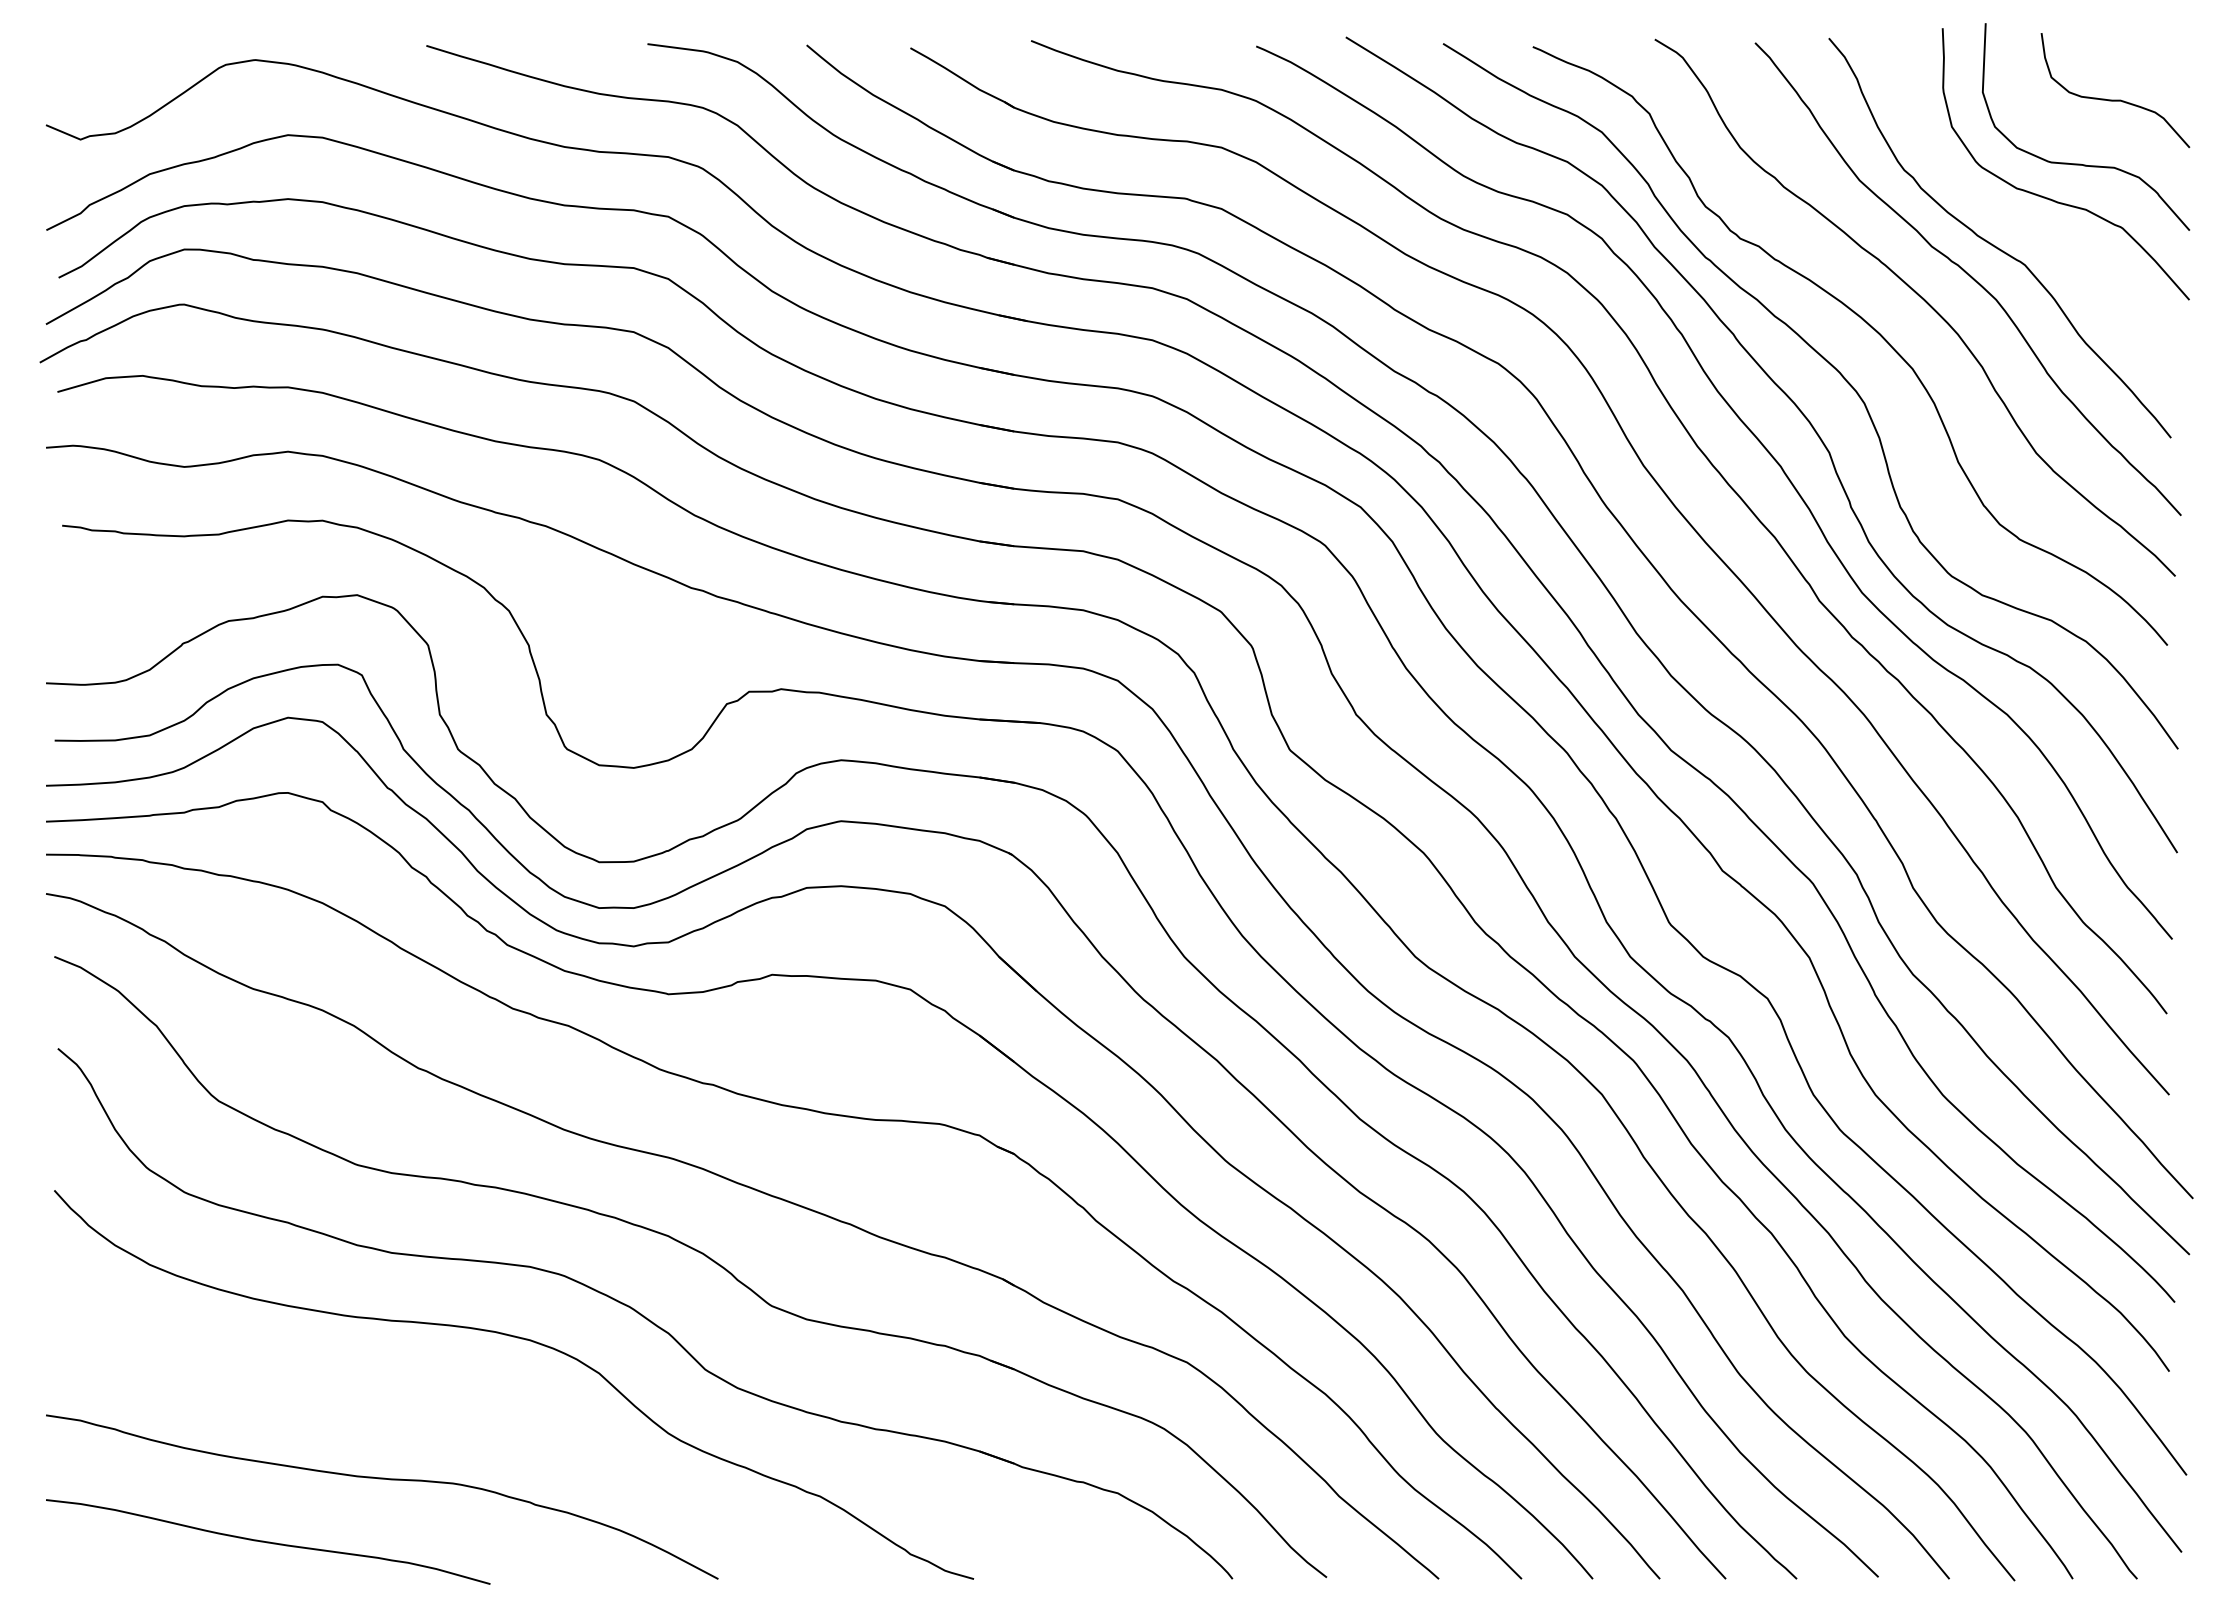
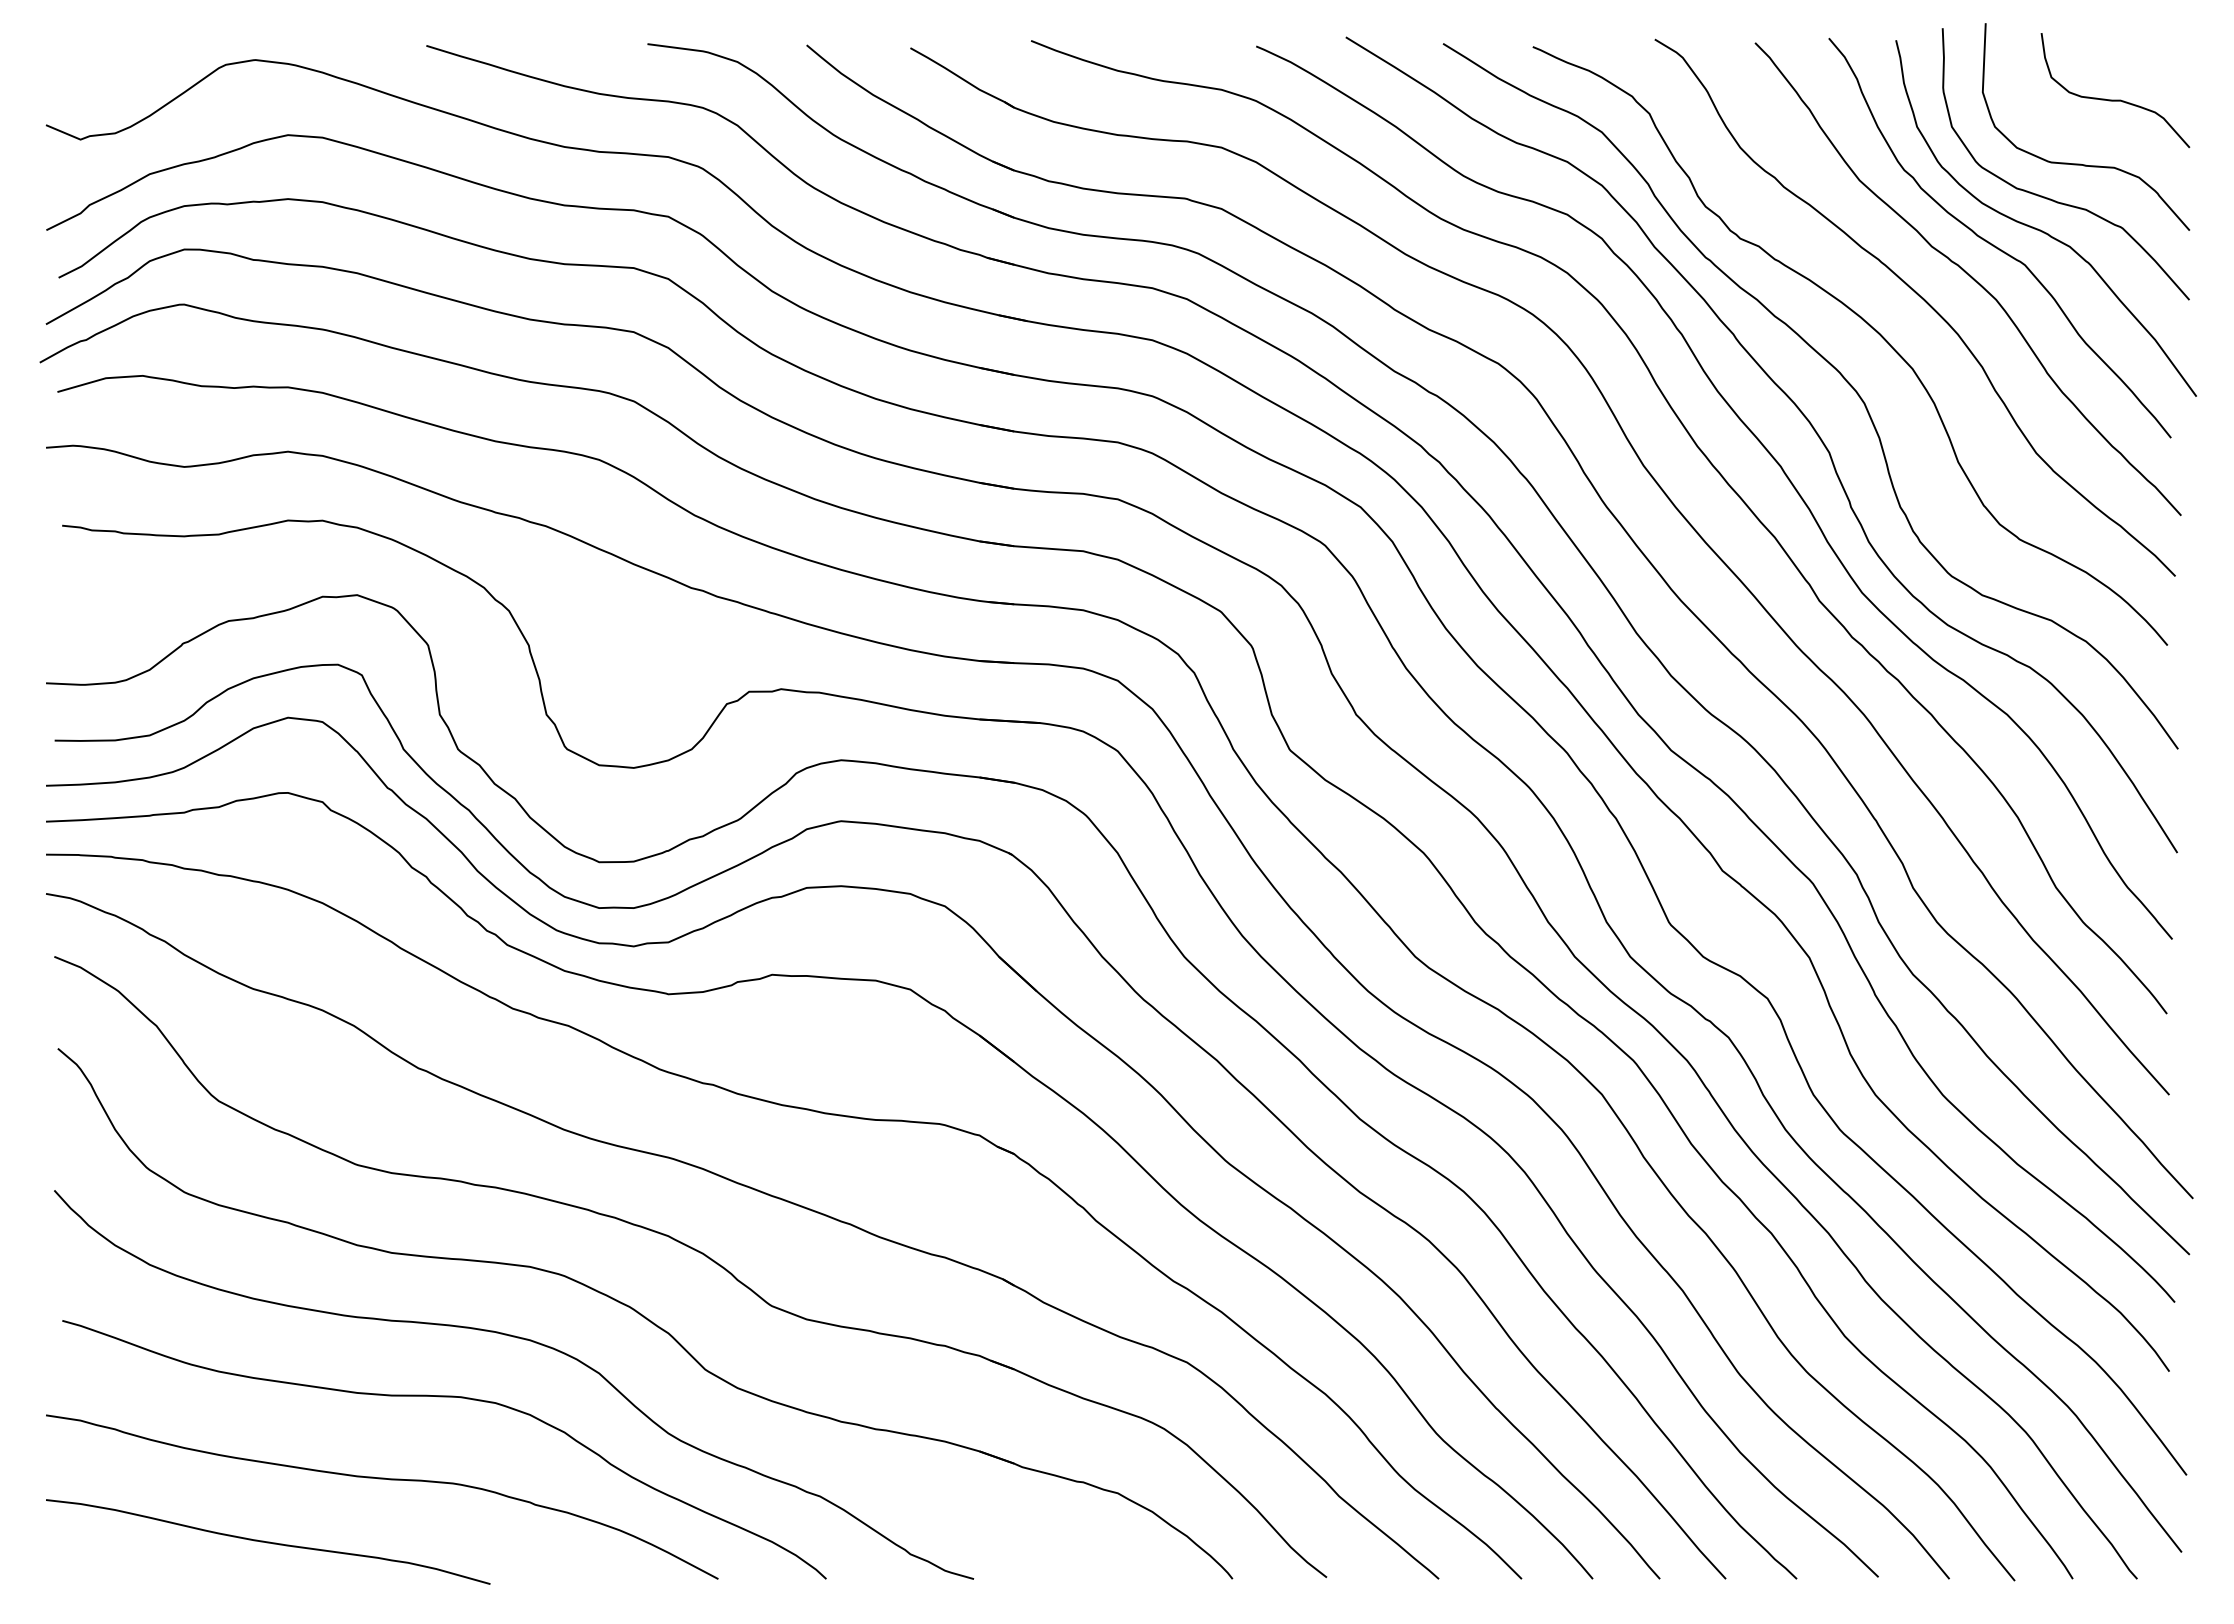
curve at (2040, 229): none -> present
curve at (444, 1397): none -> present
